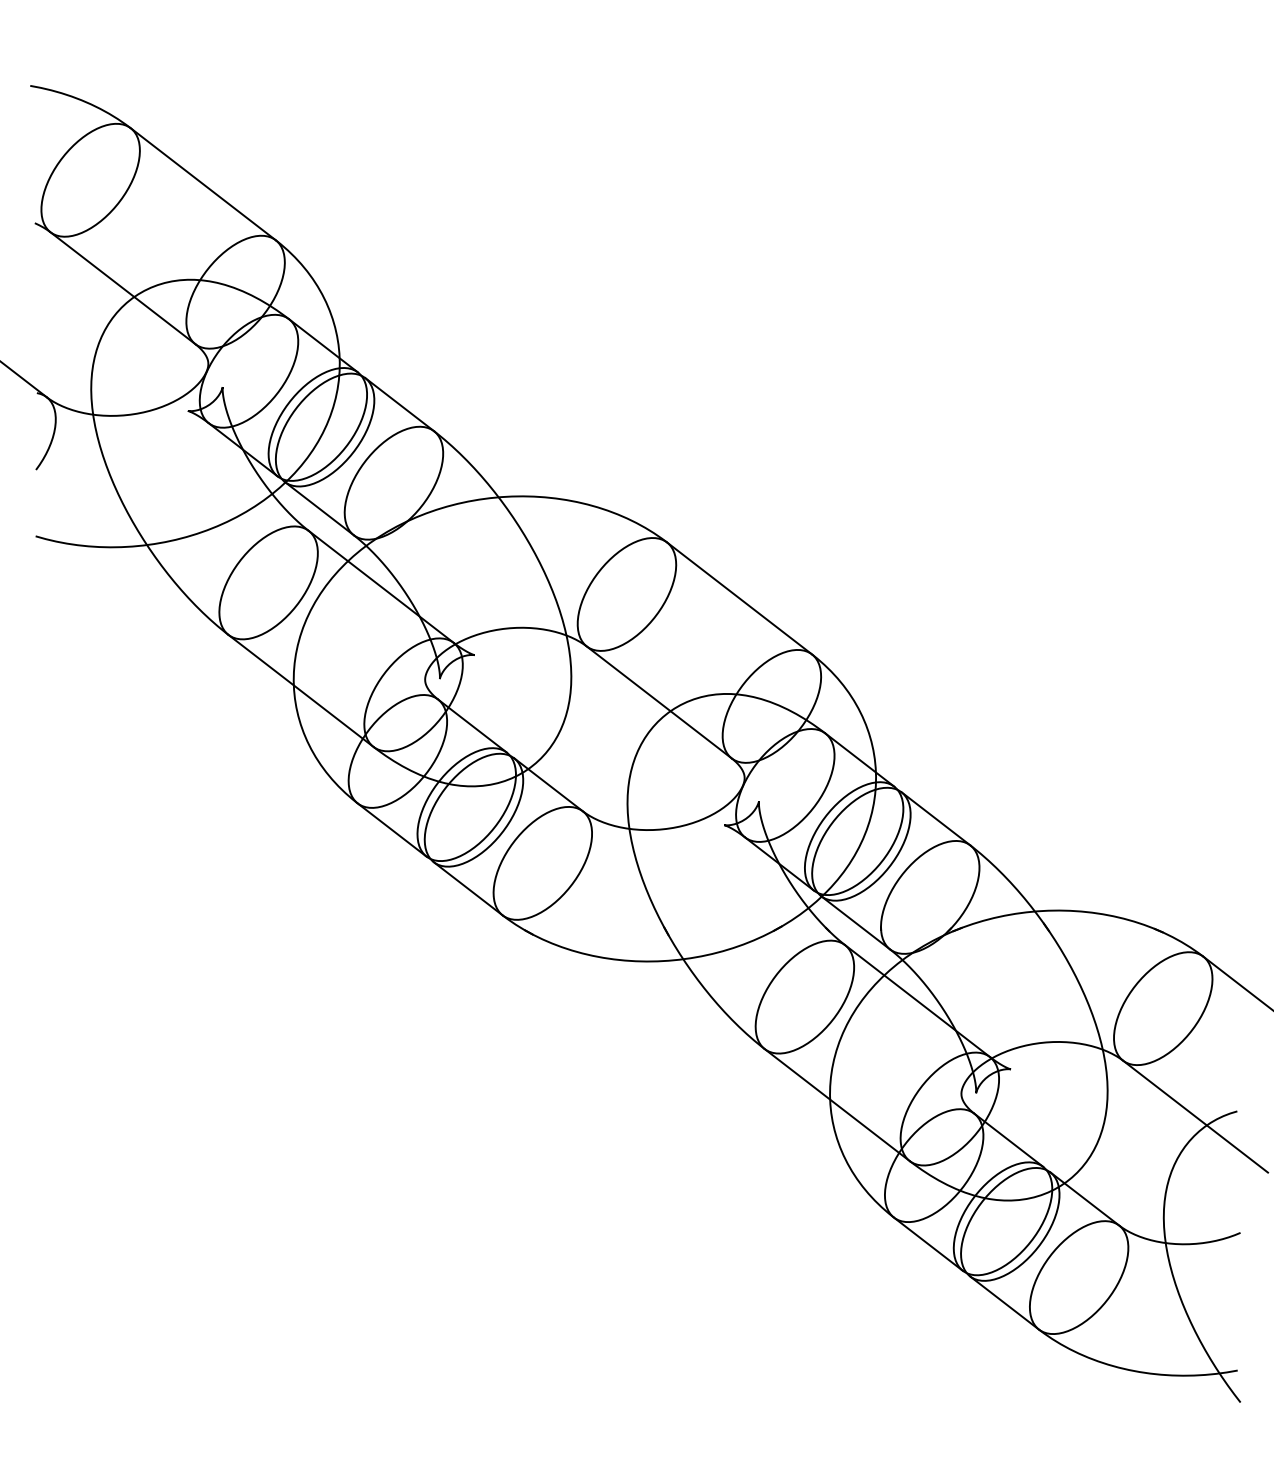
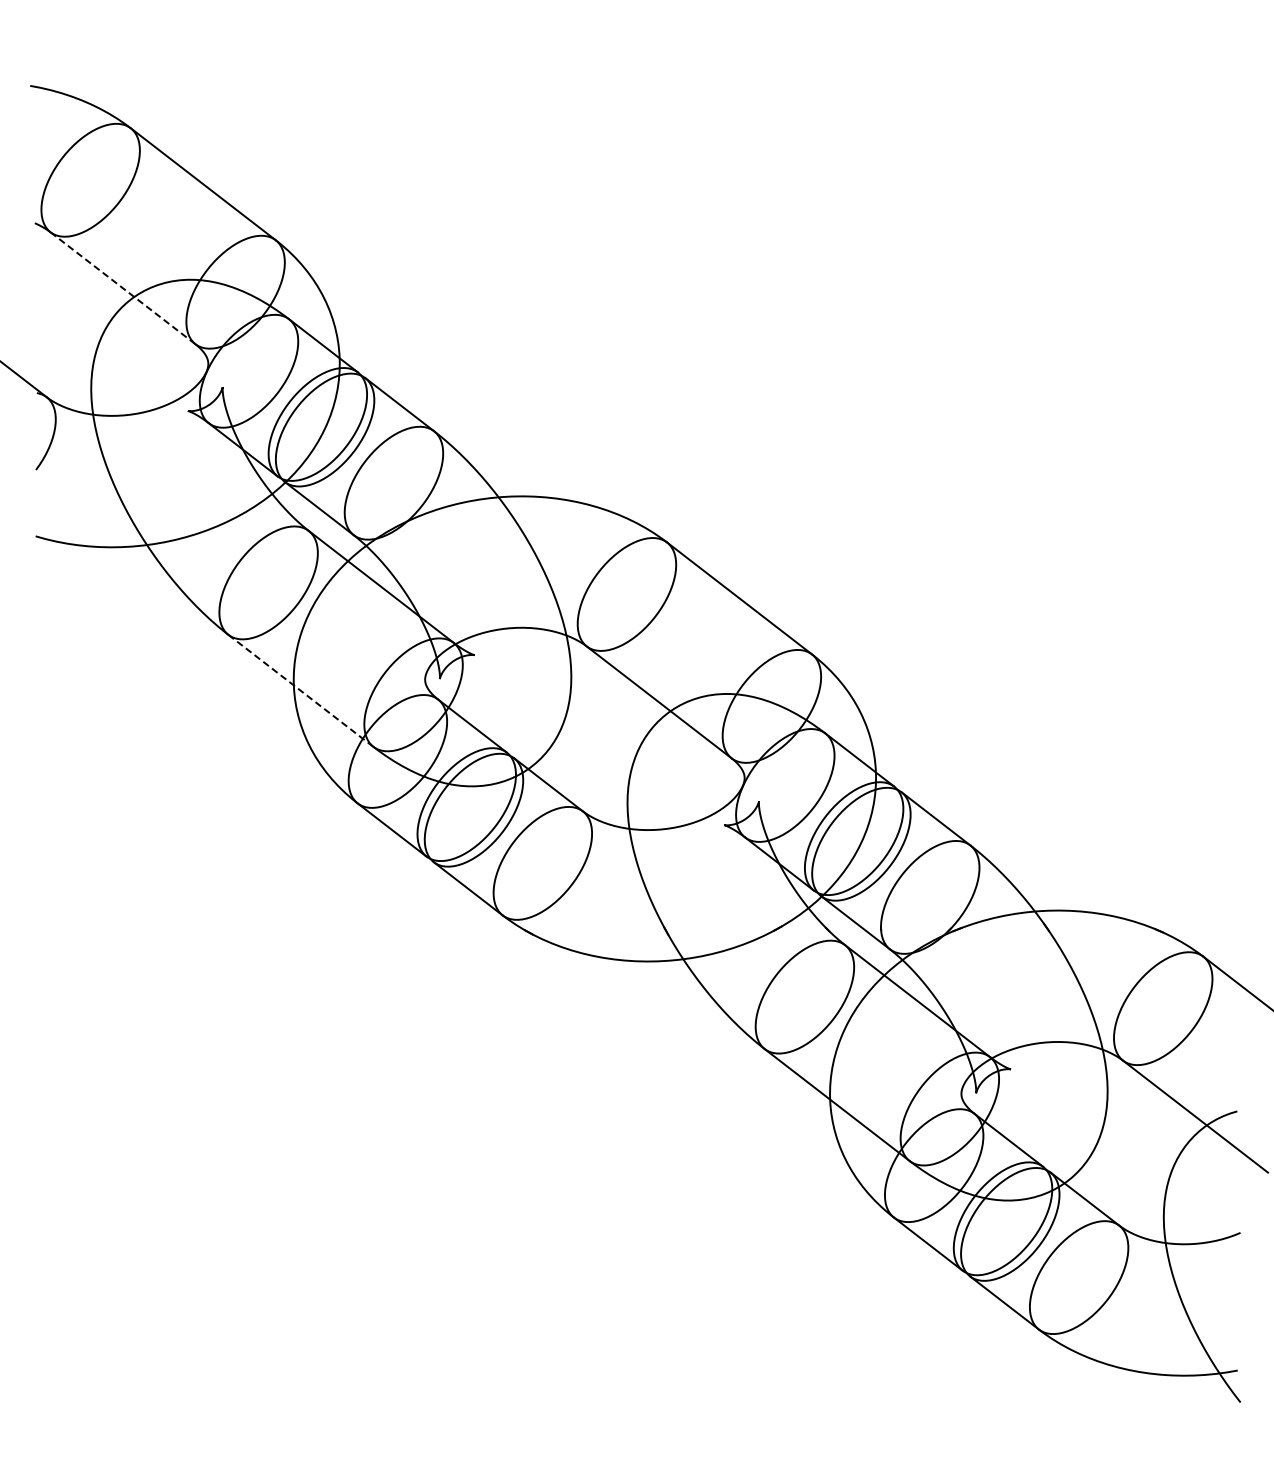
line at (122, 288): solid -> dashed
line at (300, 690): solid -> dashed
